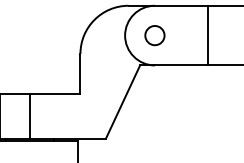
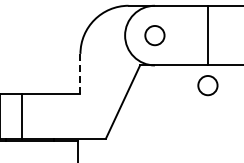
line at (80, 73): solid -> dashed
circle at (207, 85): none -> present
line at (29, 116) position: (29, 116) -> (21, 116)
